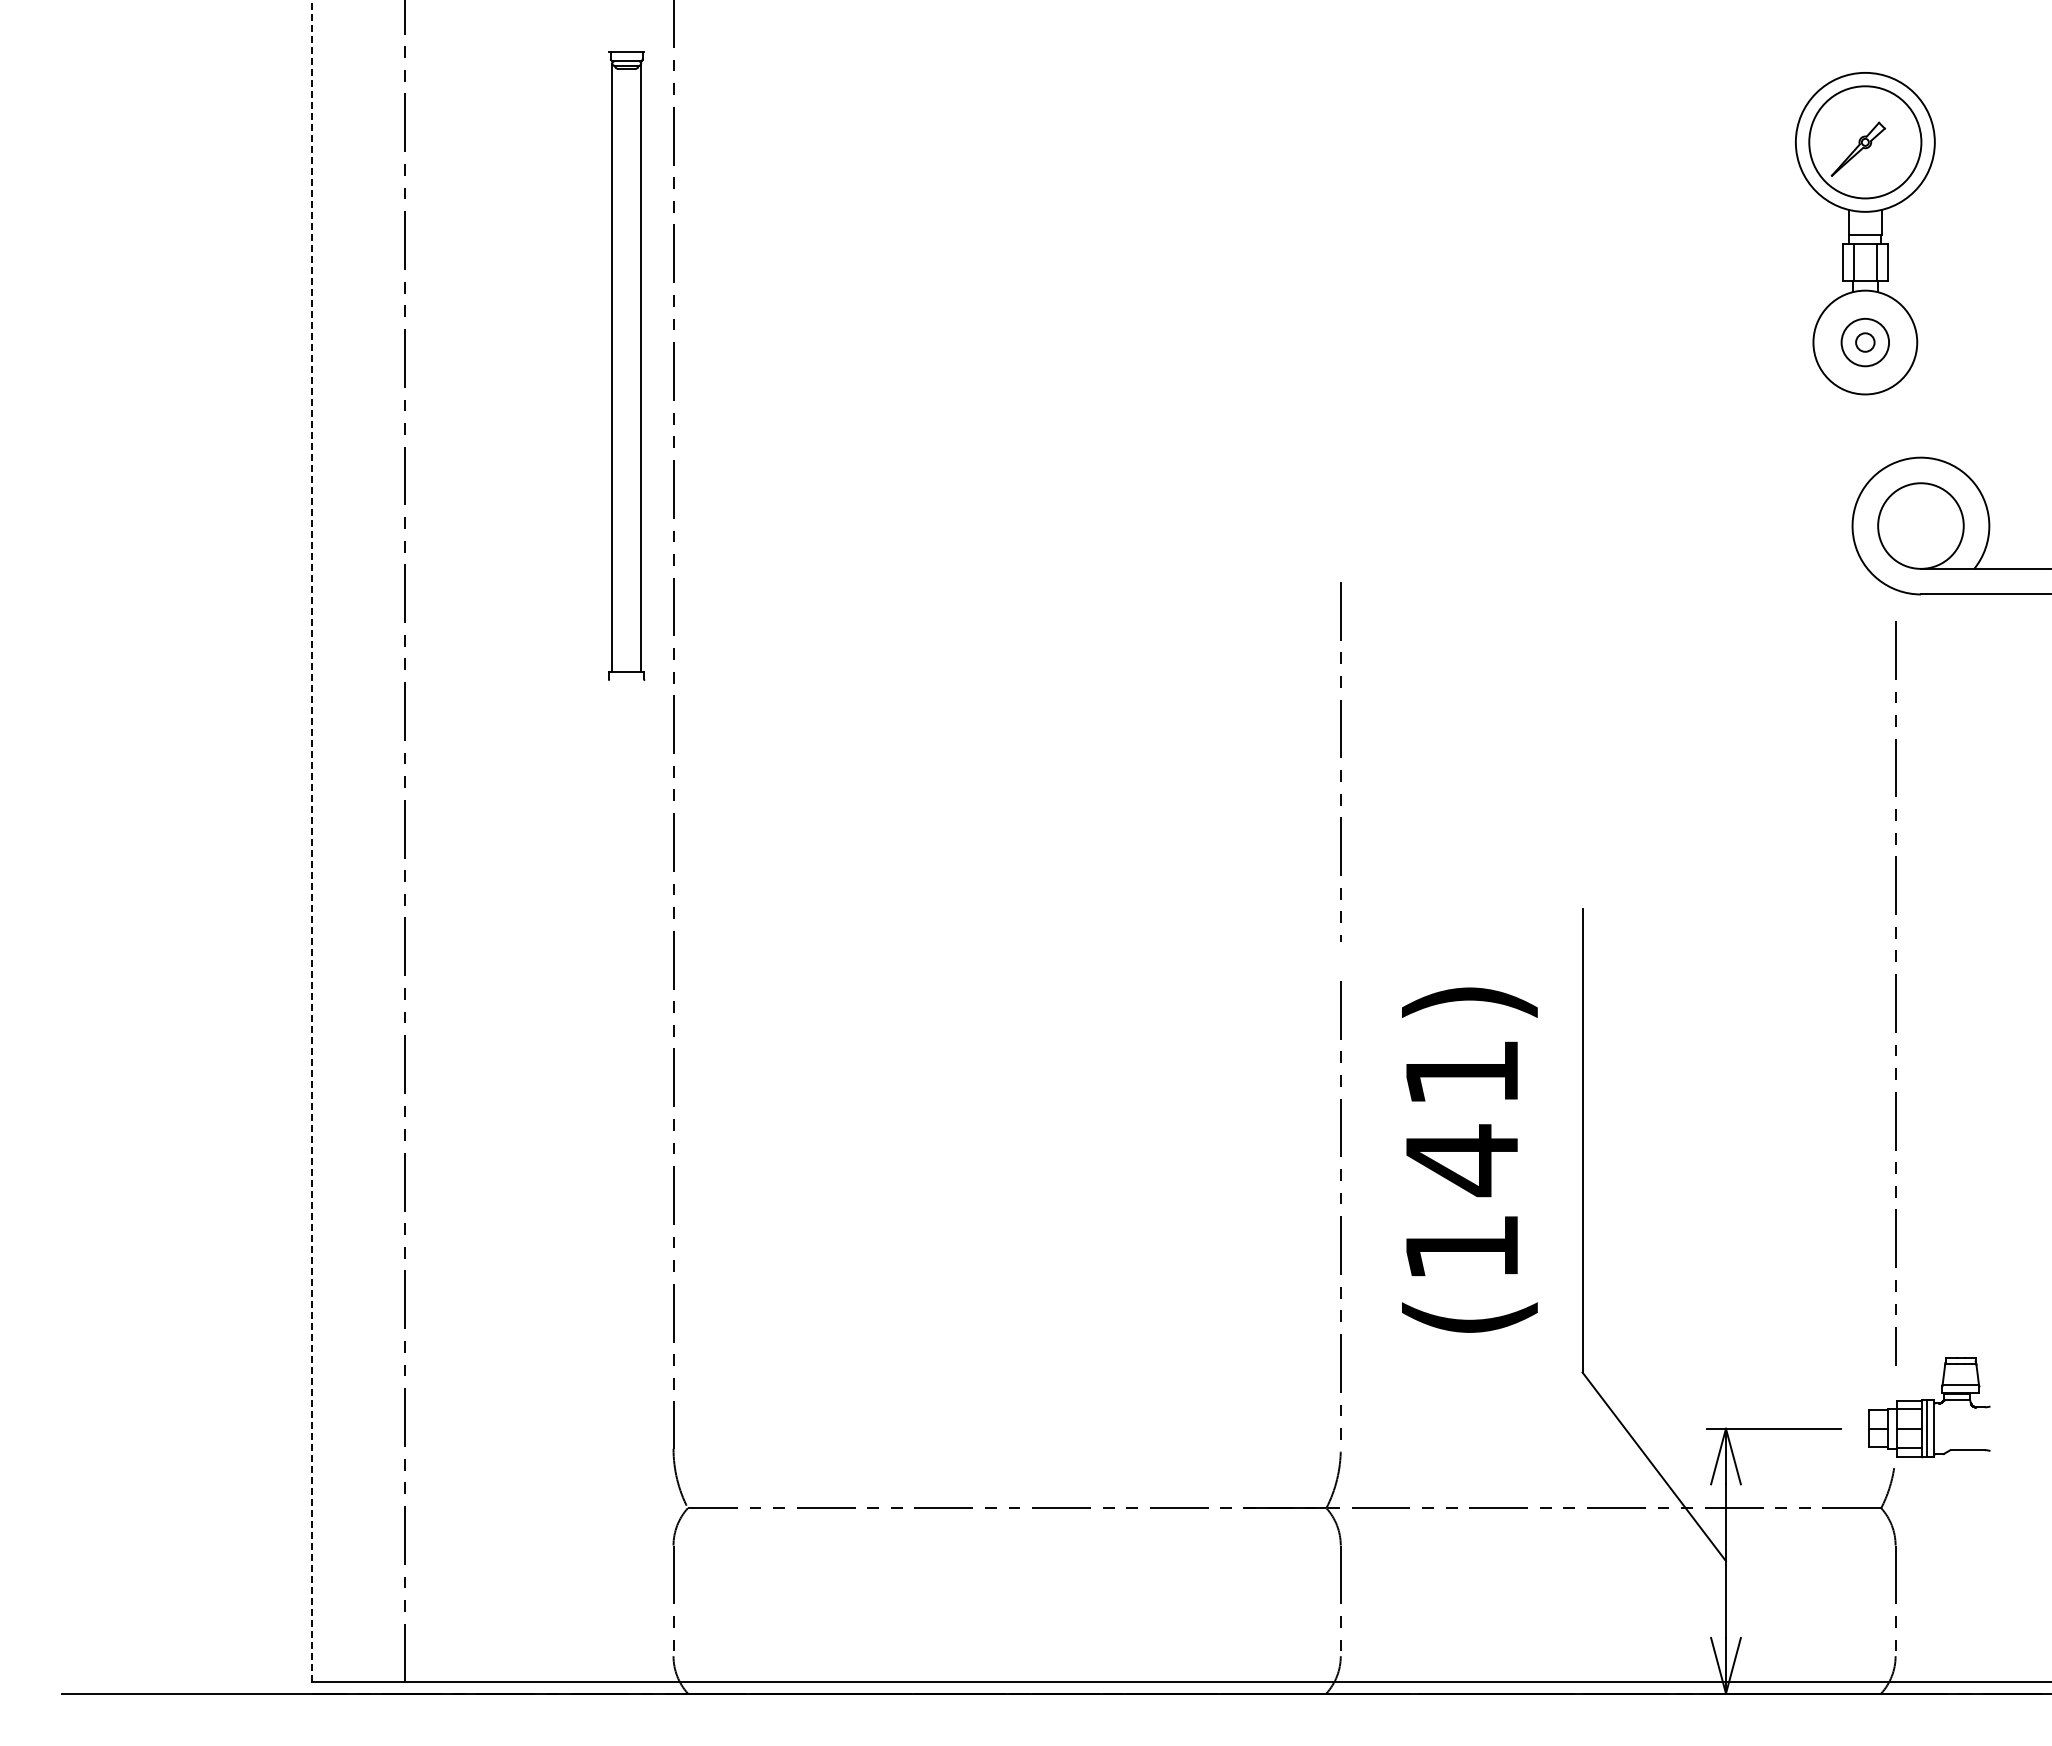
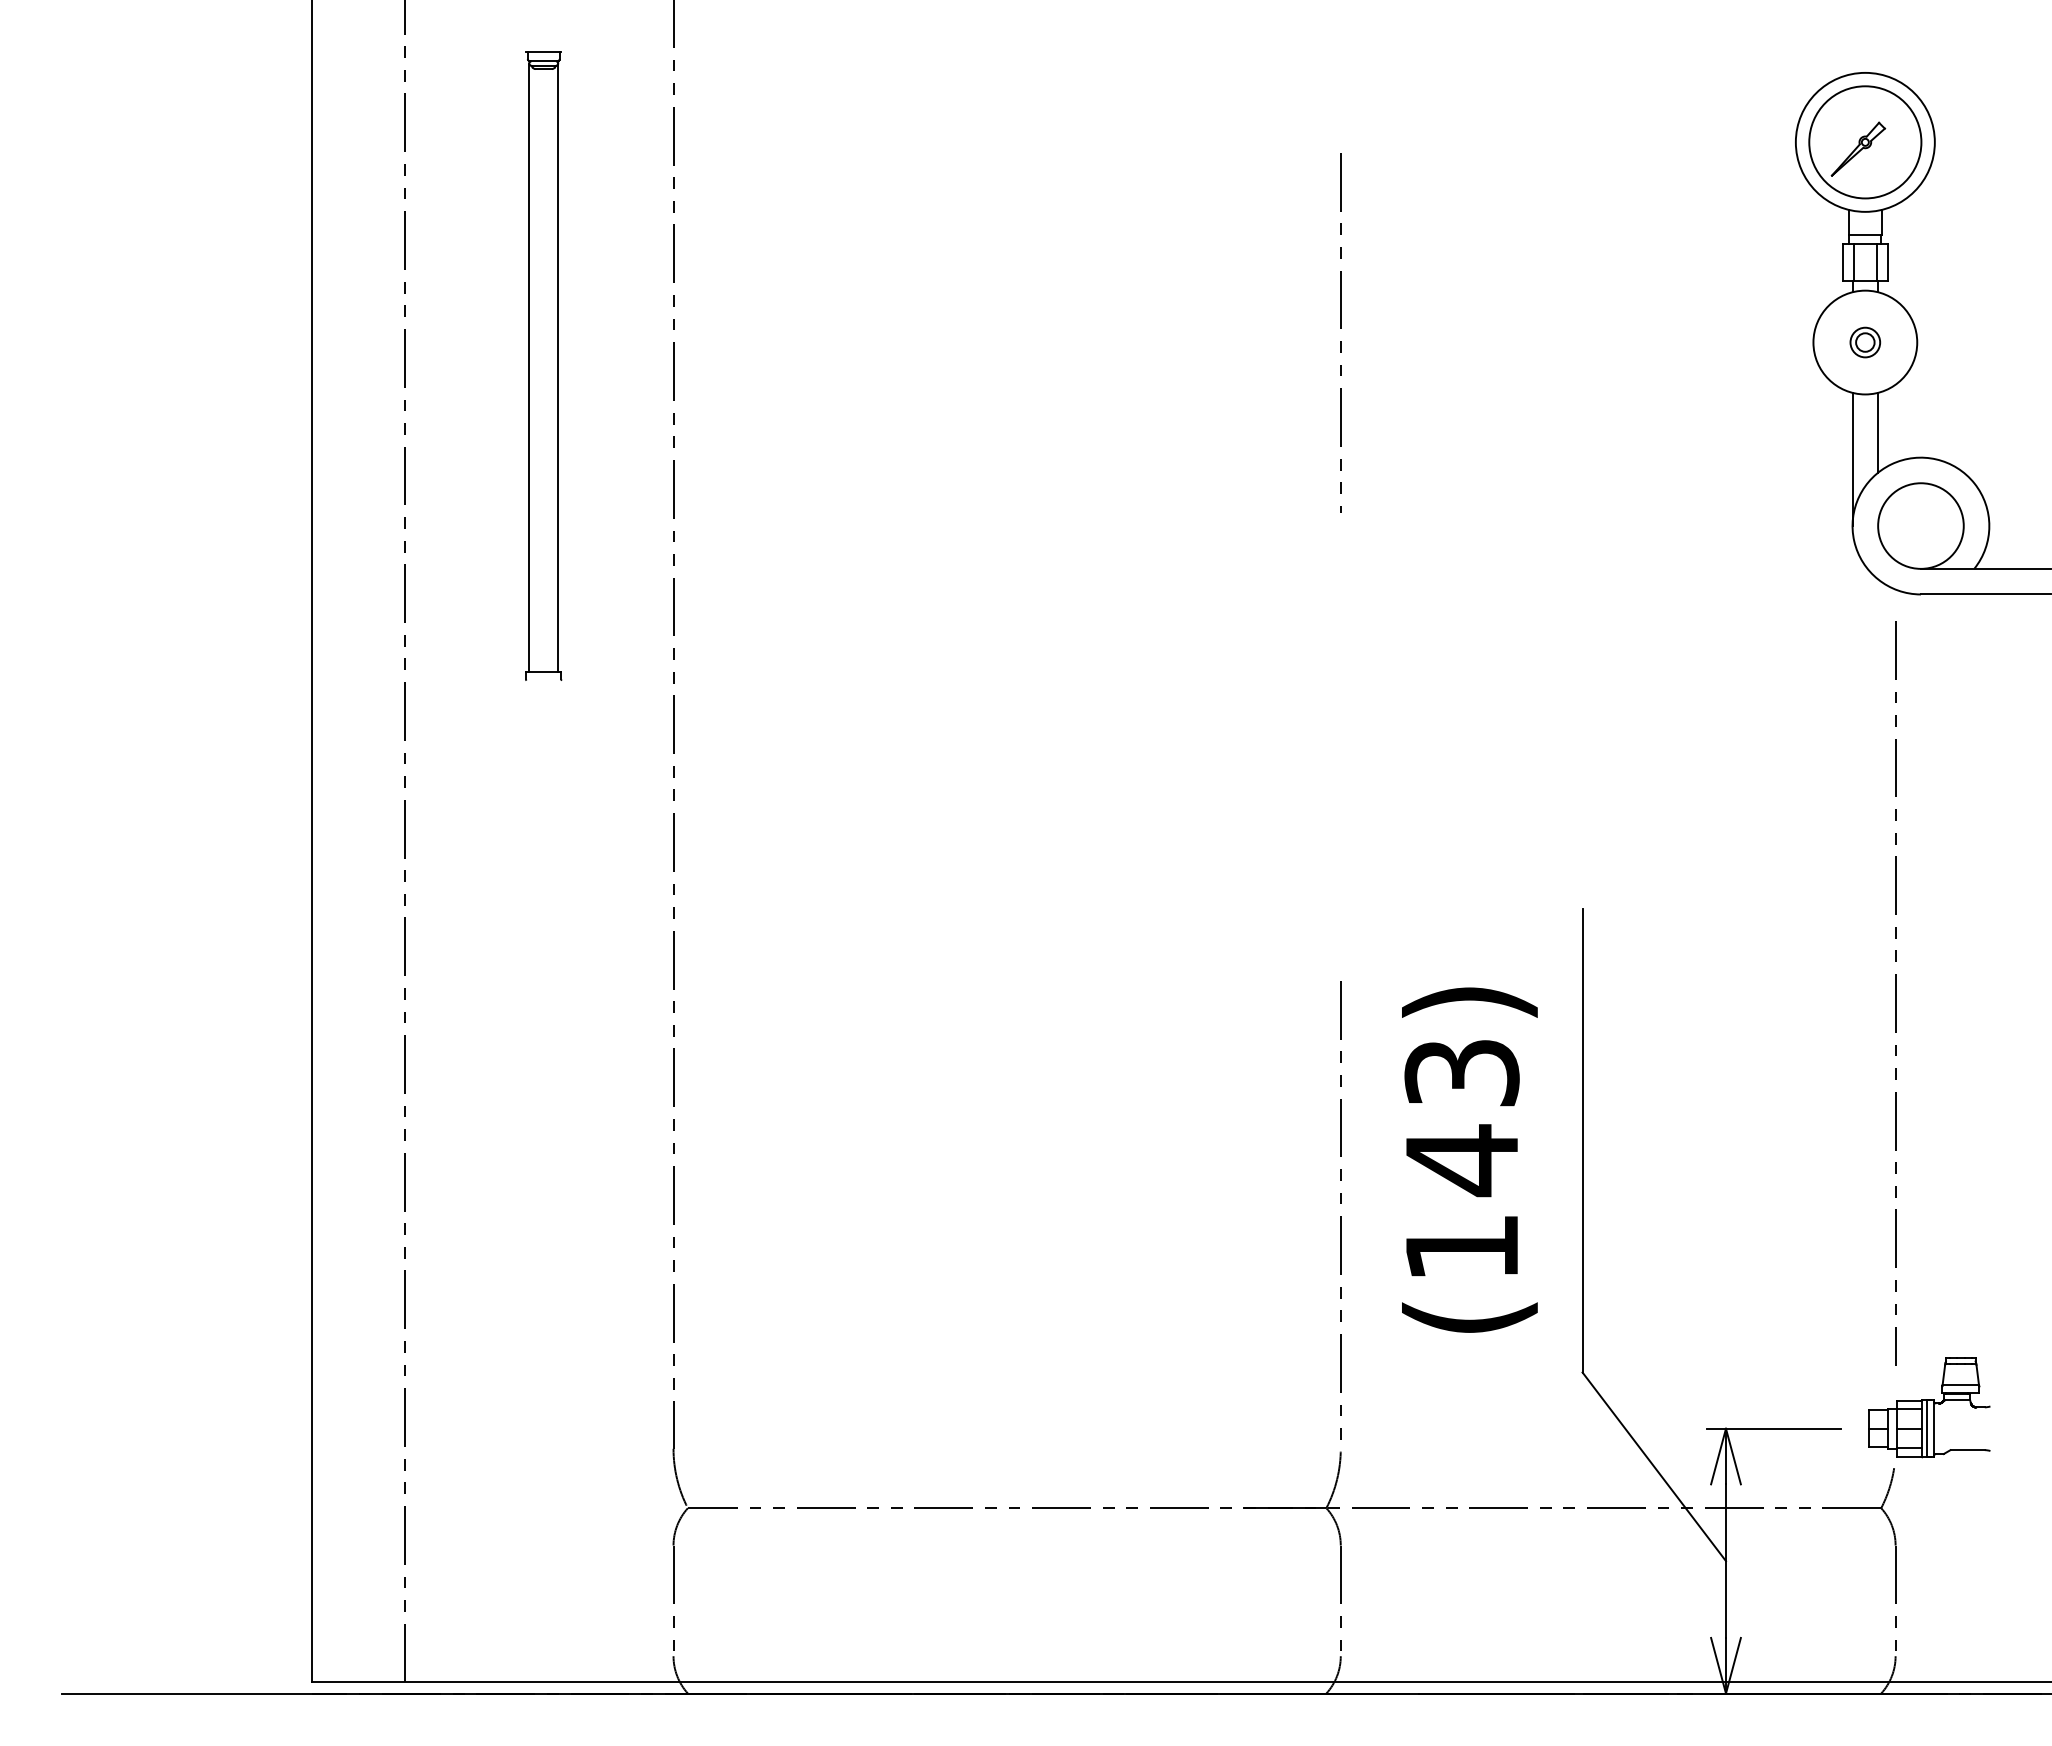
circle at (1865, 342) diameter: 47 px -> 30 px
part at (626, 365) position: (626, 365) -> (543, 365)
line at (1878, 432): none -> present
line at (1852, 459): none -> present
line at (1340, 757) position: (1340, 757) -> (1340, 328)
line at (312, 841): dashed -> solid
text at (1461, 1073): (141) -> (143)
